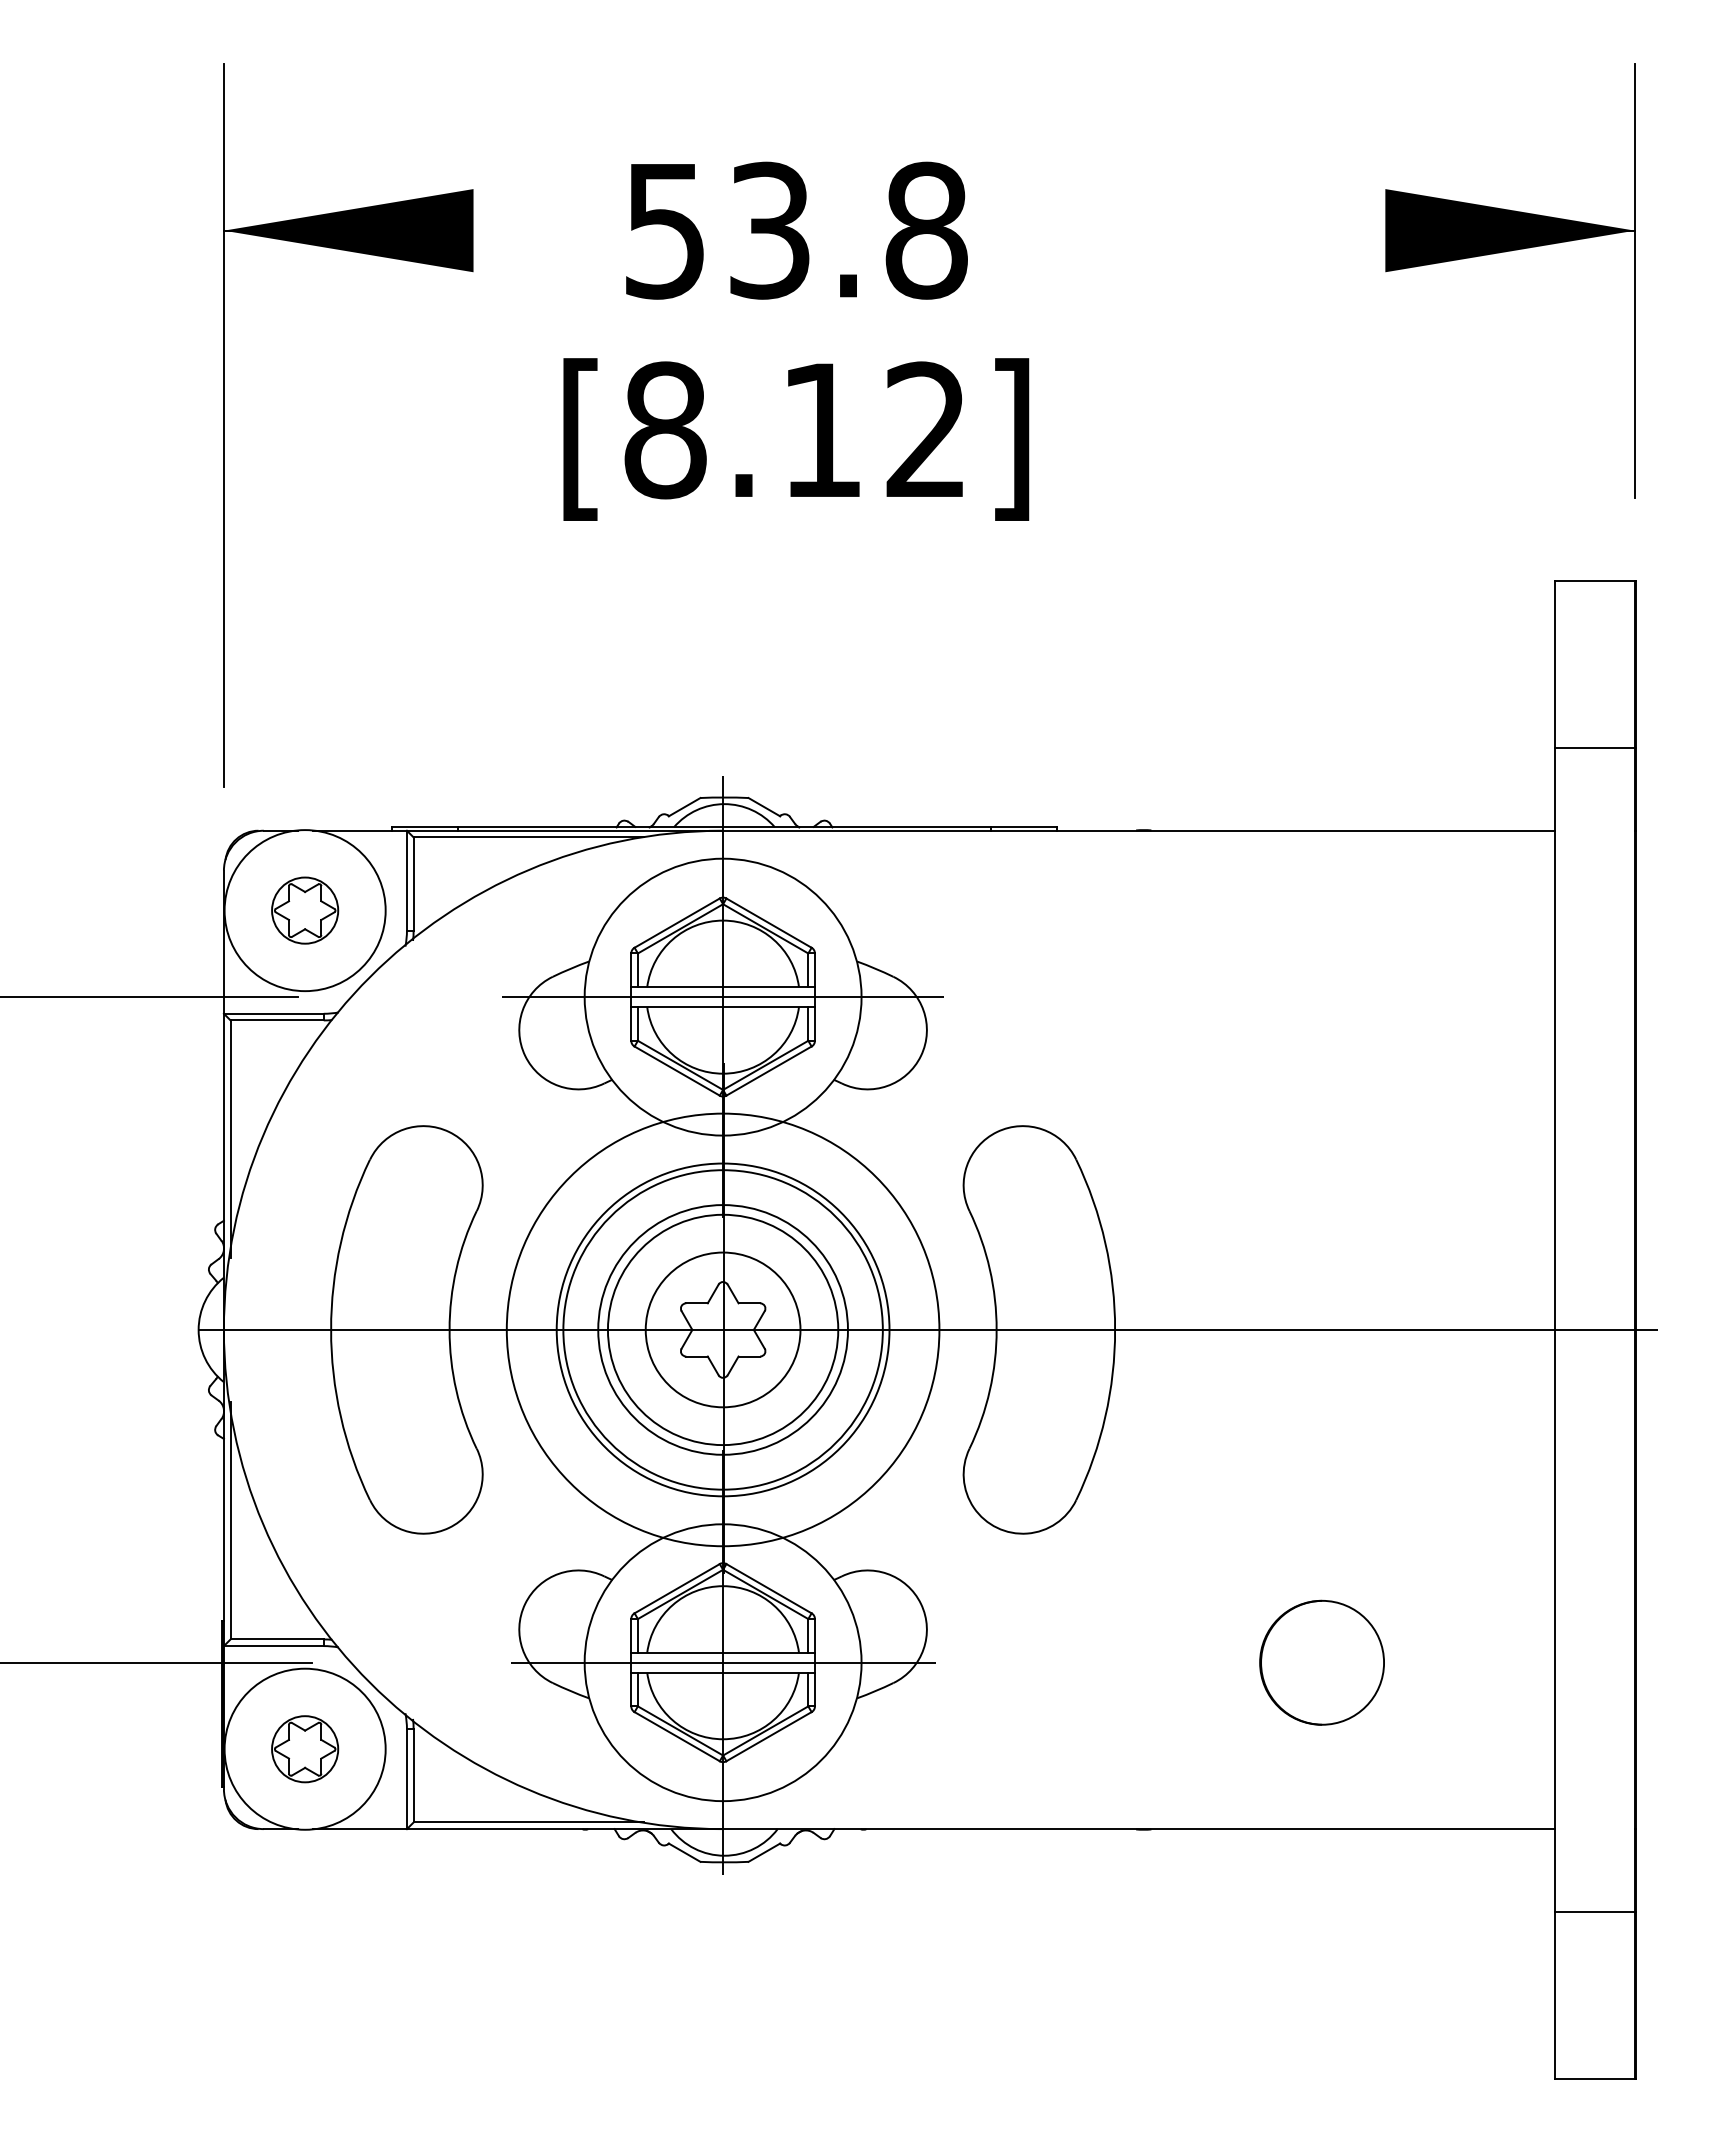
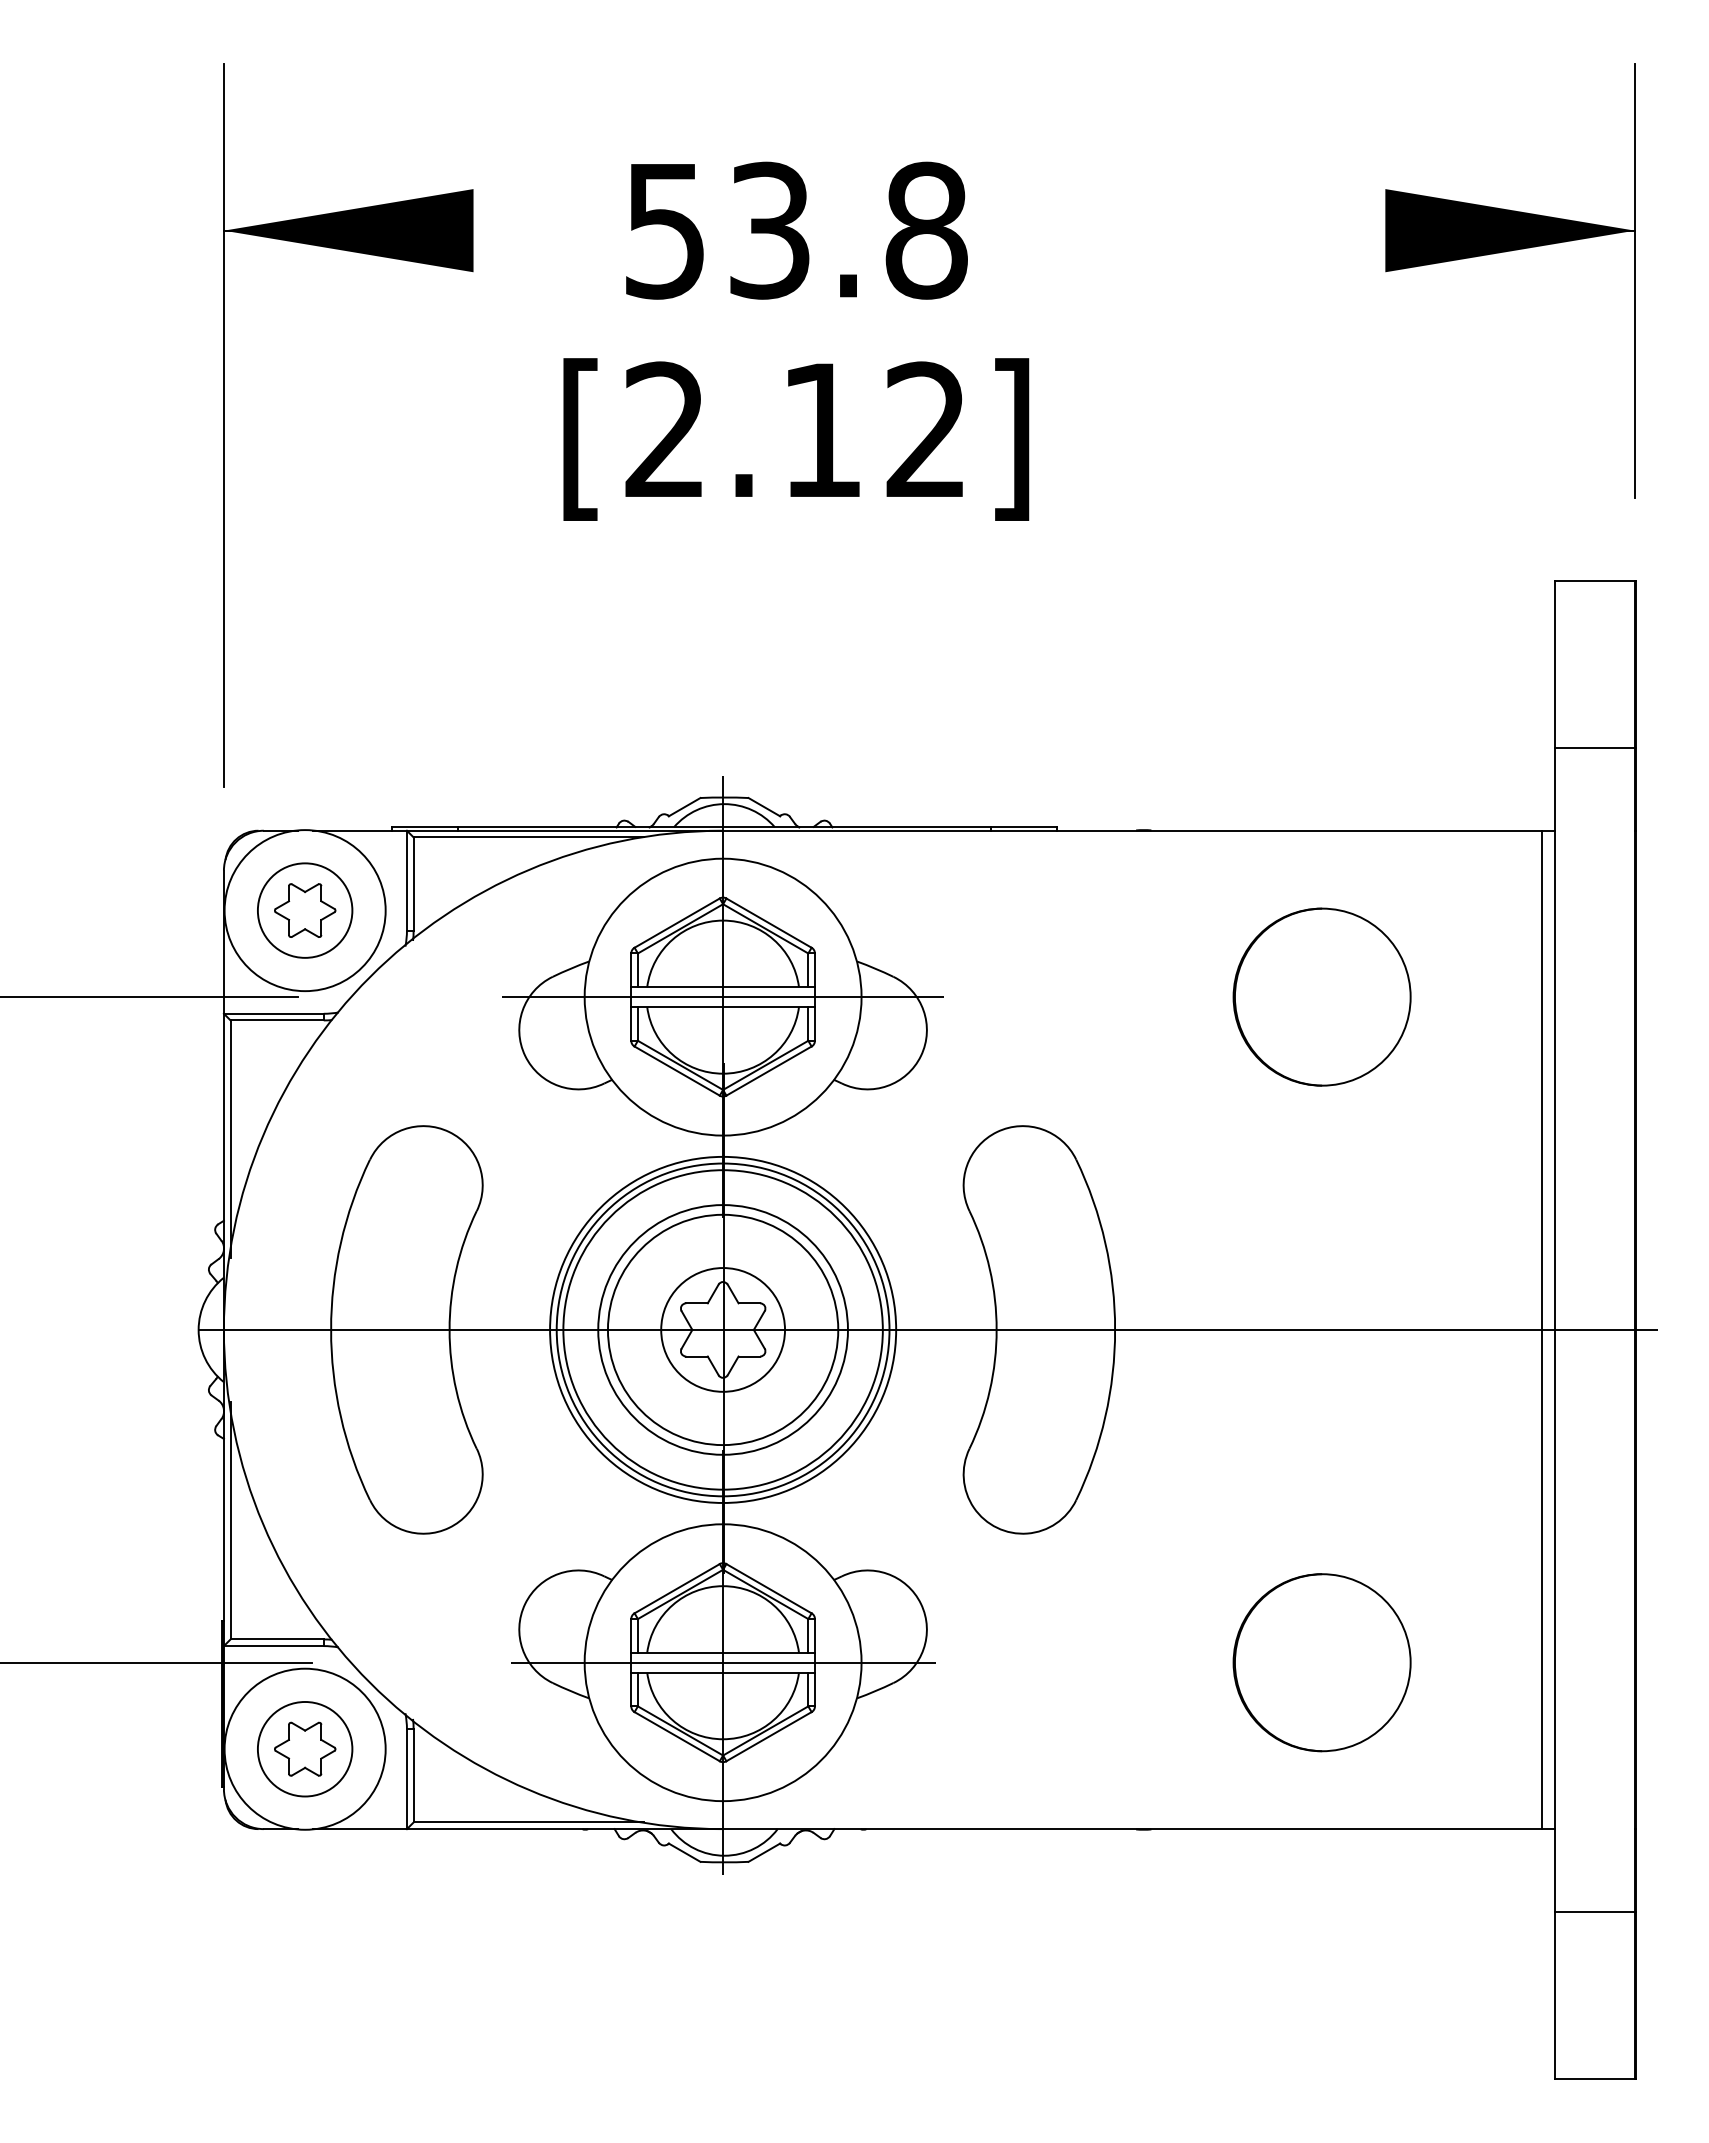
text at (665, 430): [8.12] -> [2.12]
circle at (305, 910) diameter: 66 px -> 95 px
circle at (1321, 996): none -> present
circle at (722, 1329) diameter: 155 px -> 124 px
circle at (722, 1329) diameter: 433 px -> 346 px
line at (1541, 1329): none -> present
circle at (1321, 1662) size: 126x127 px -> 180x180 px
circle at (305, 1749) diameter: 66 px -> 95 px
